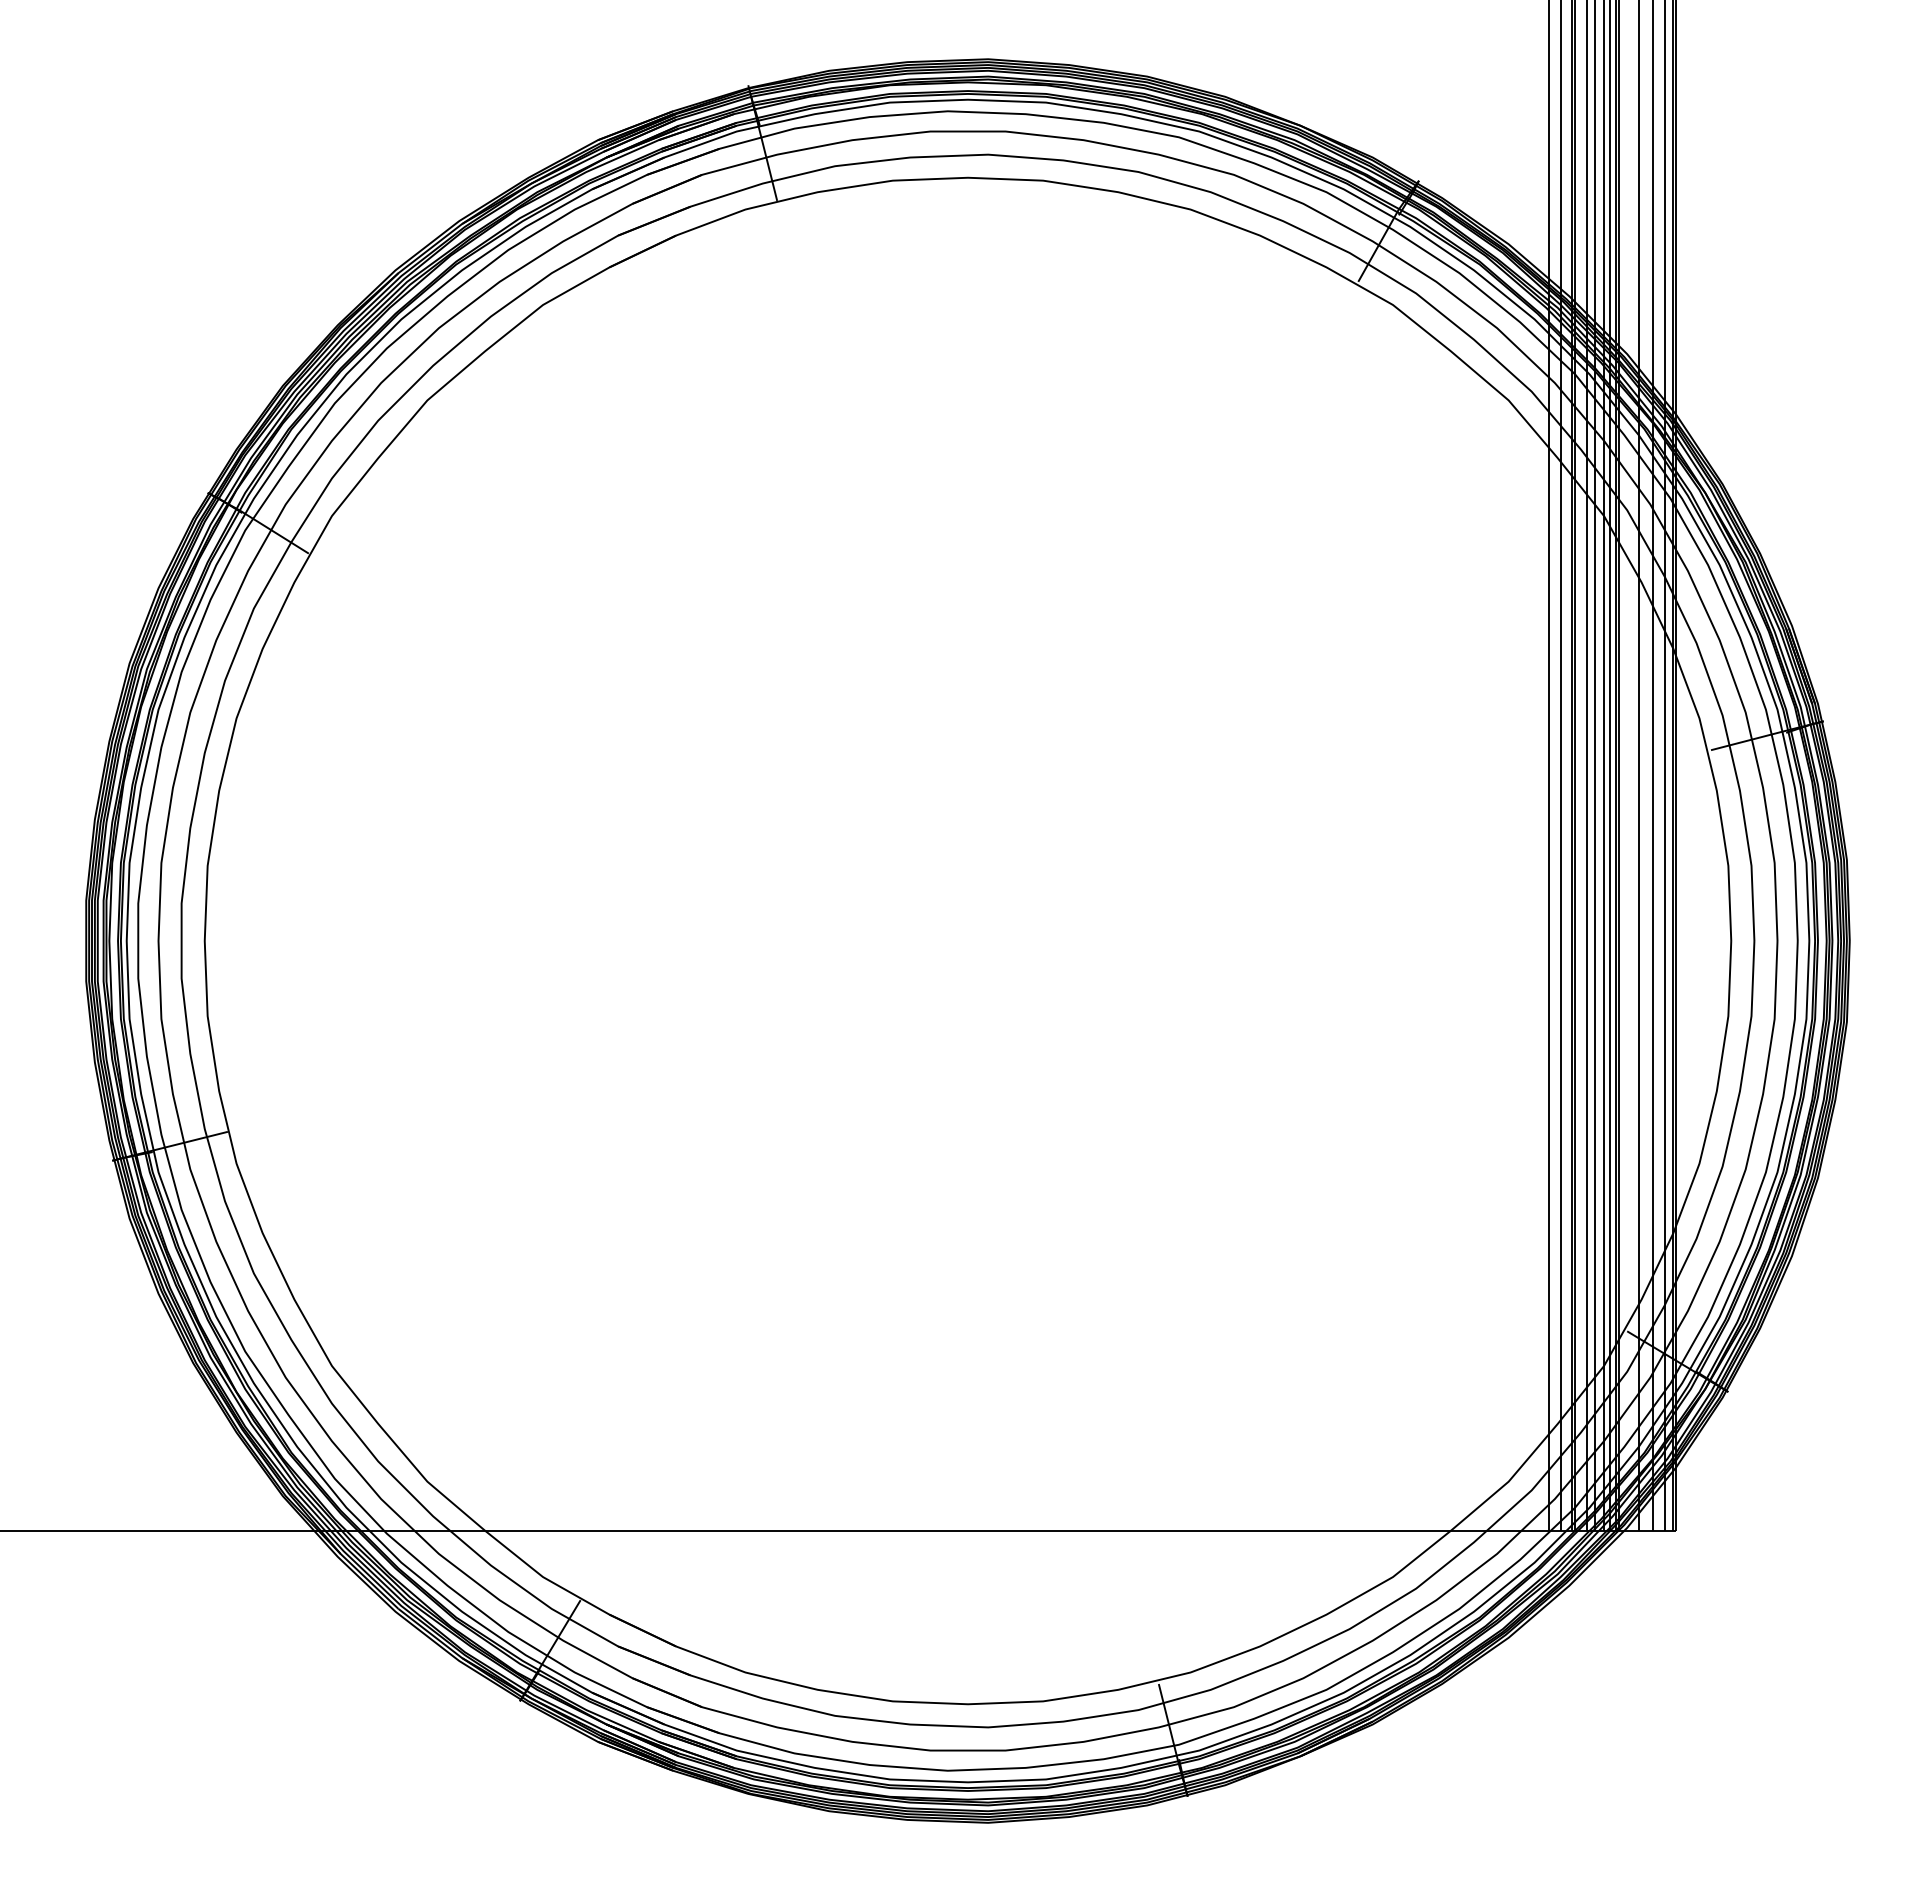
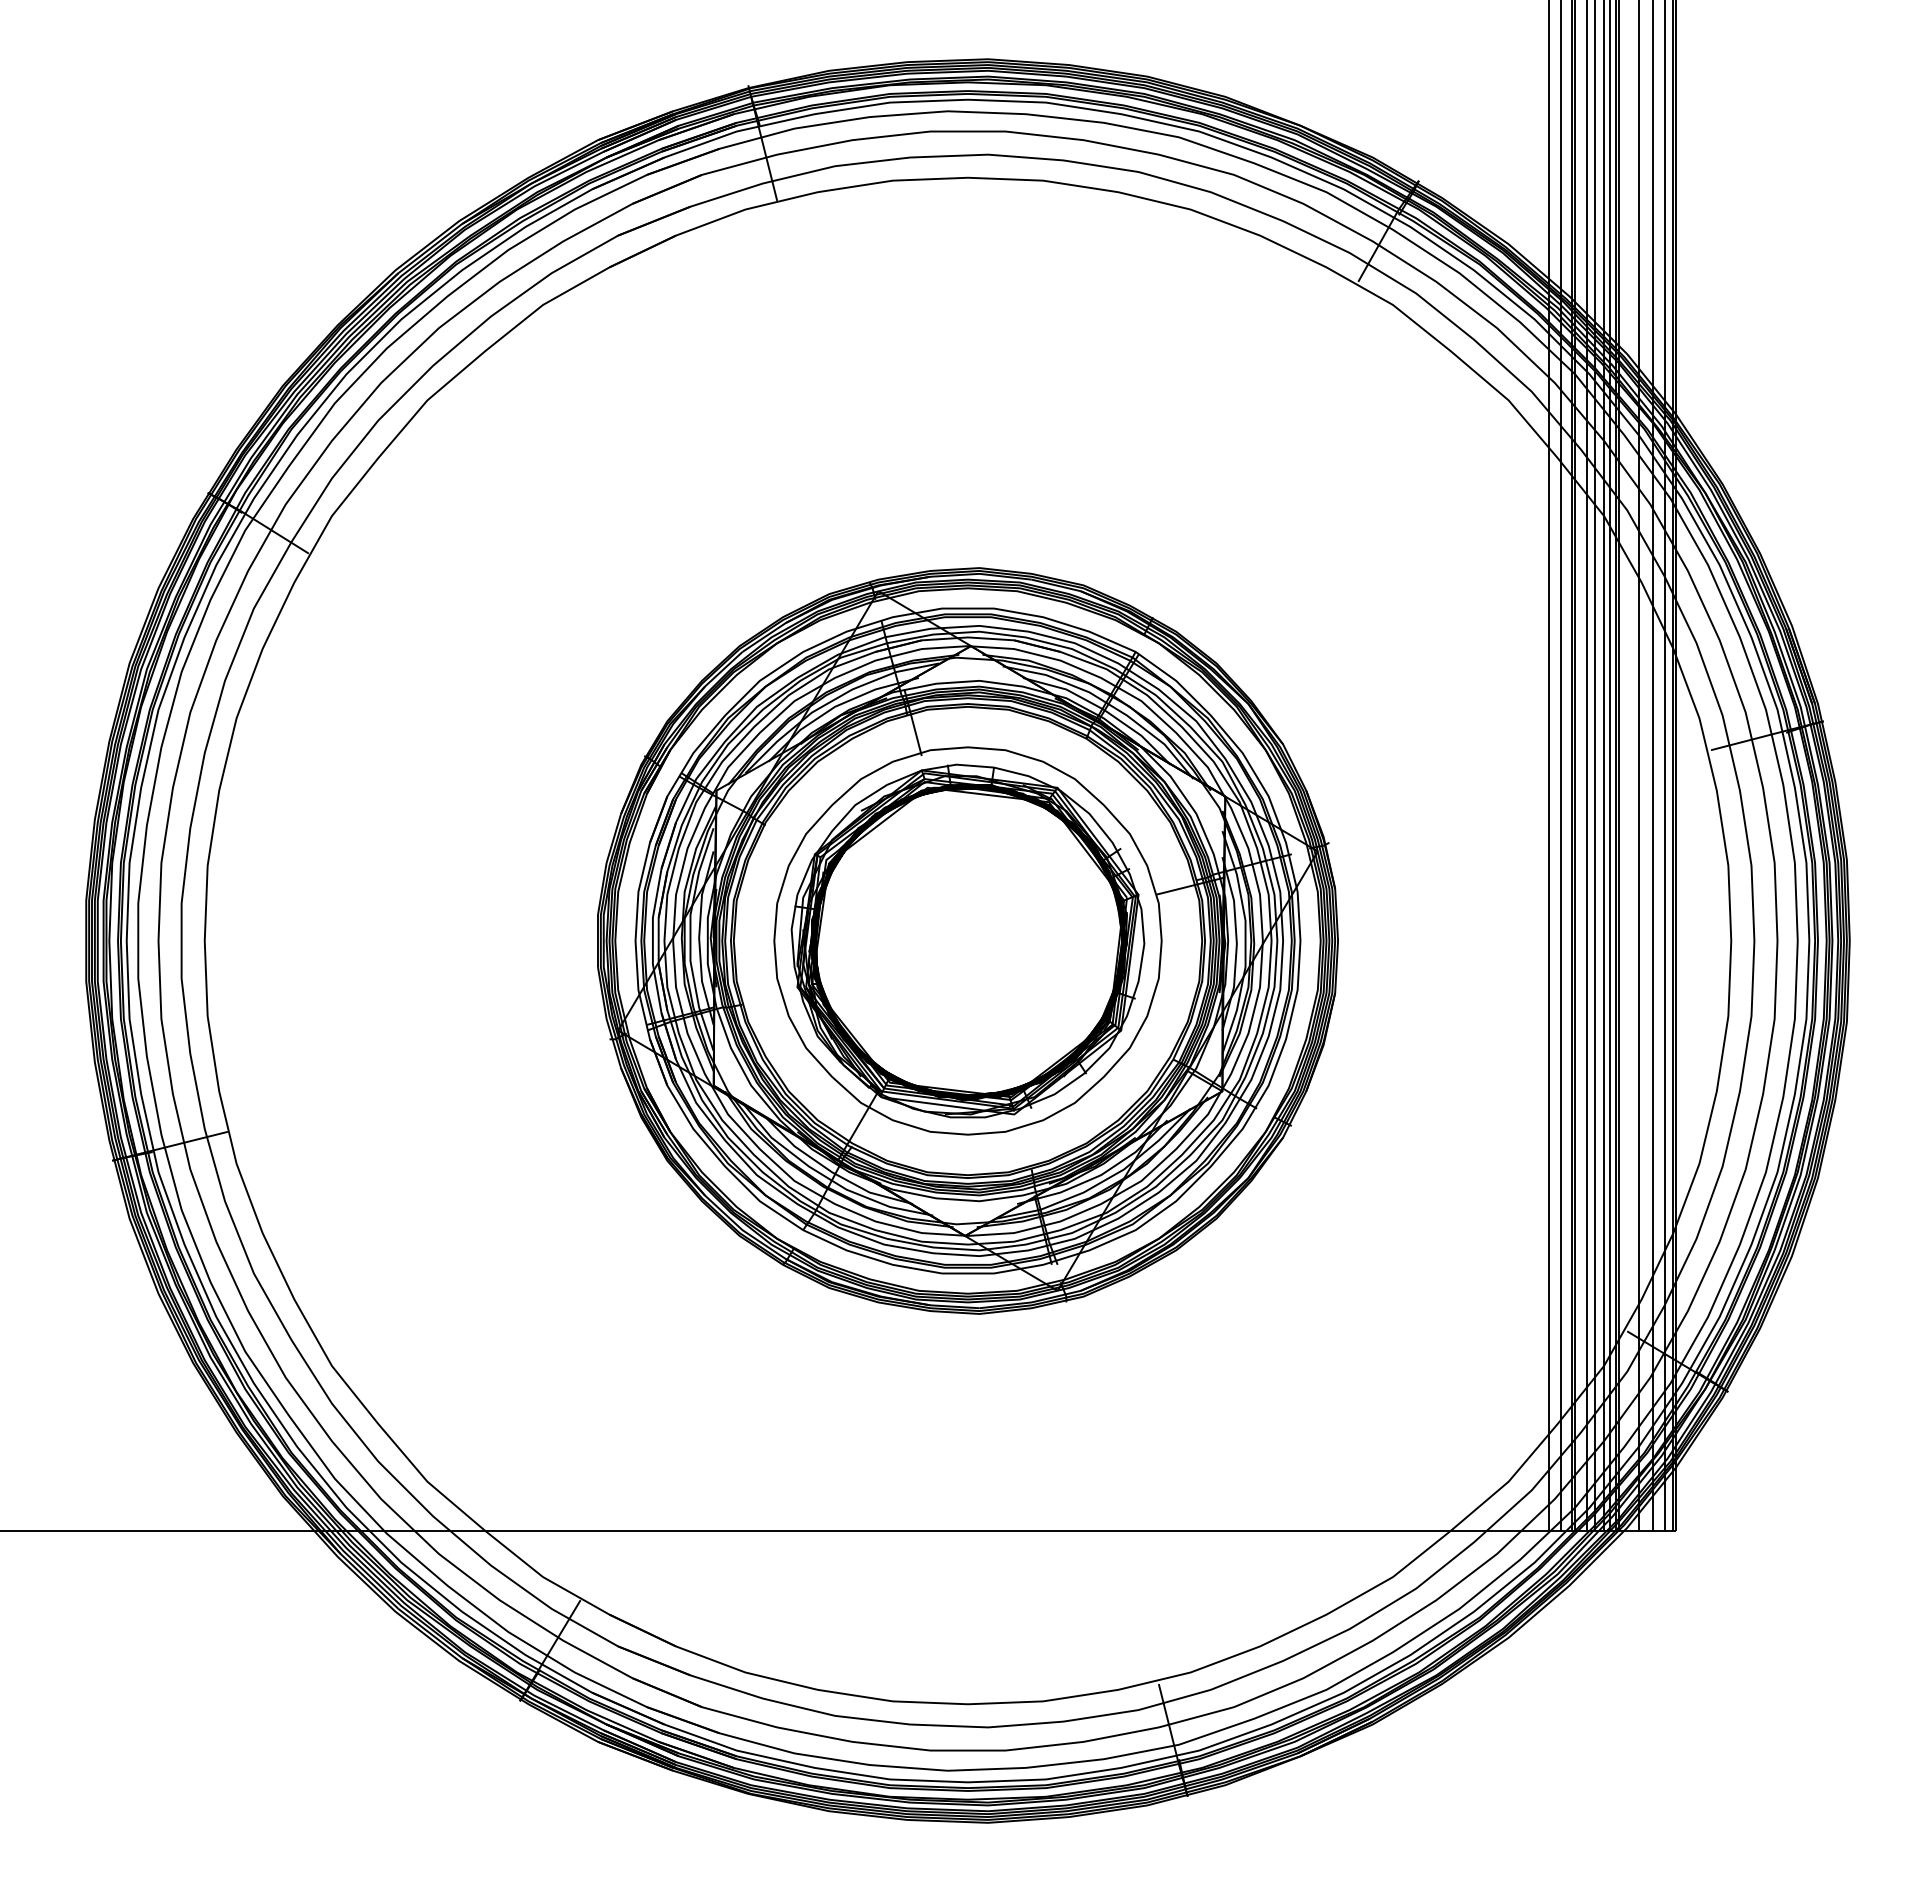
part at (967, 940): none -> present
